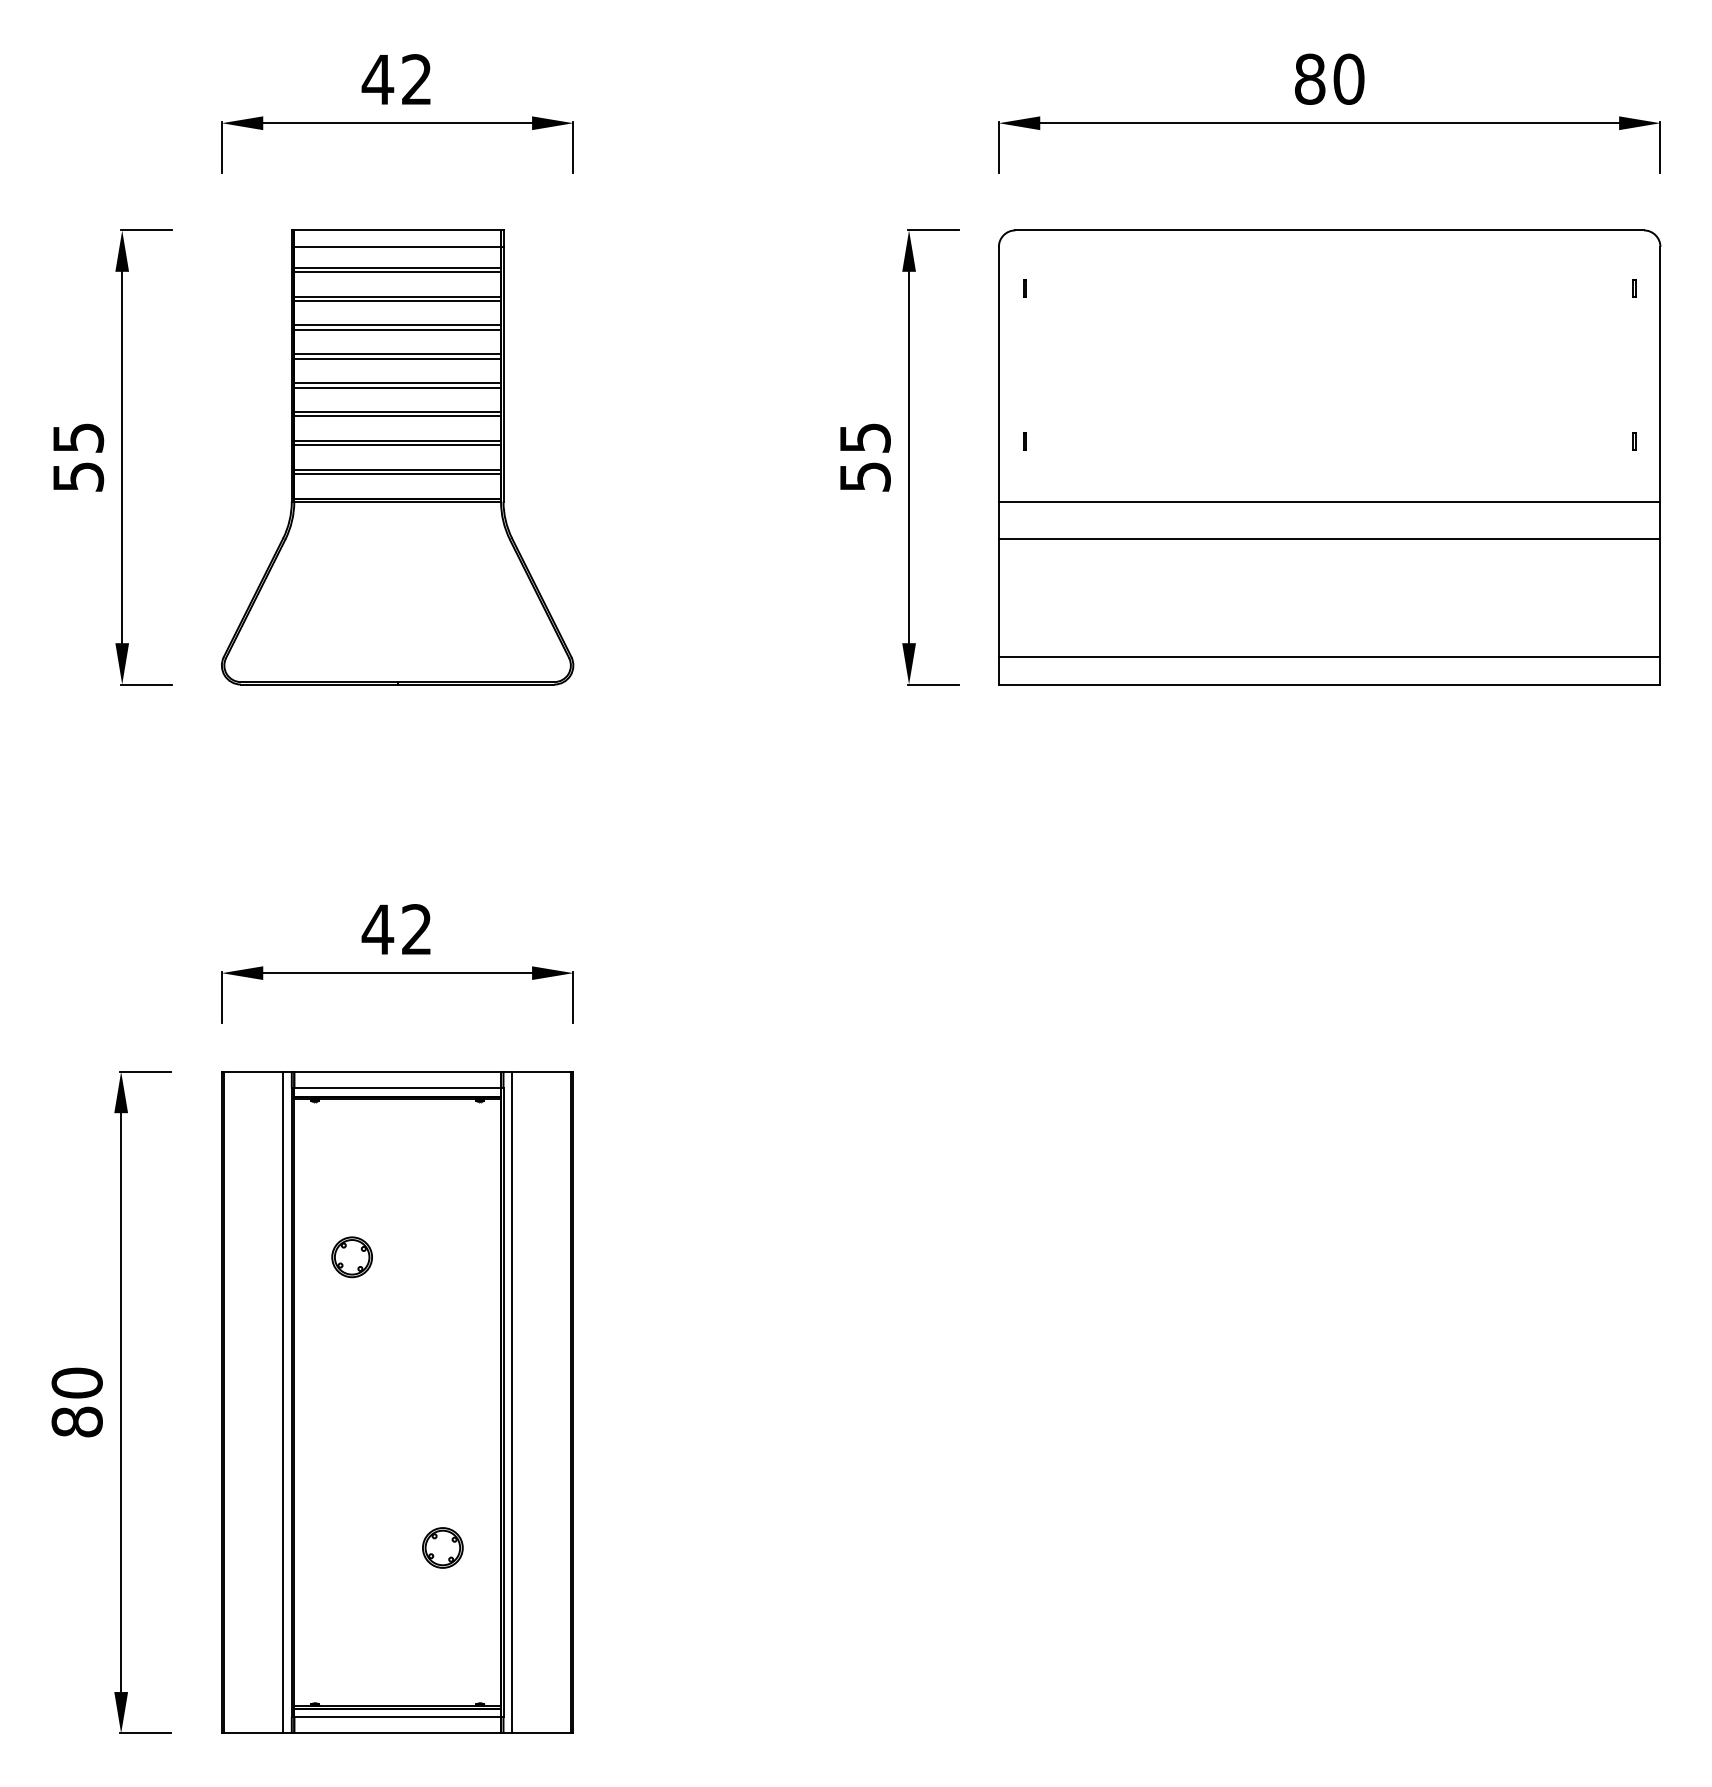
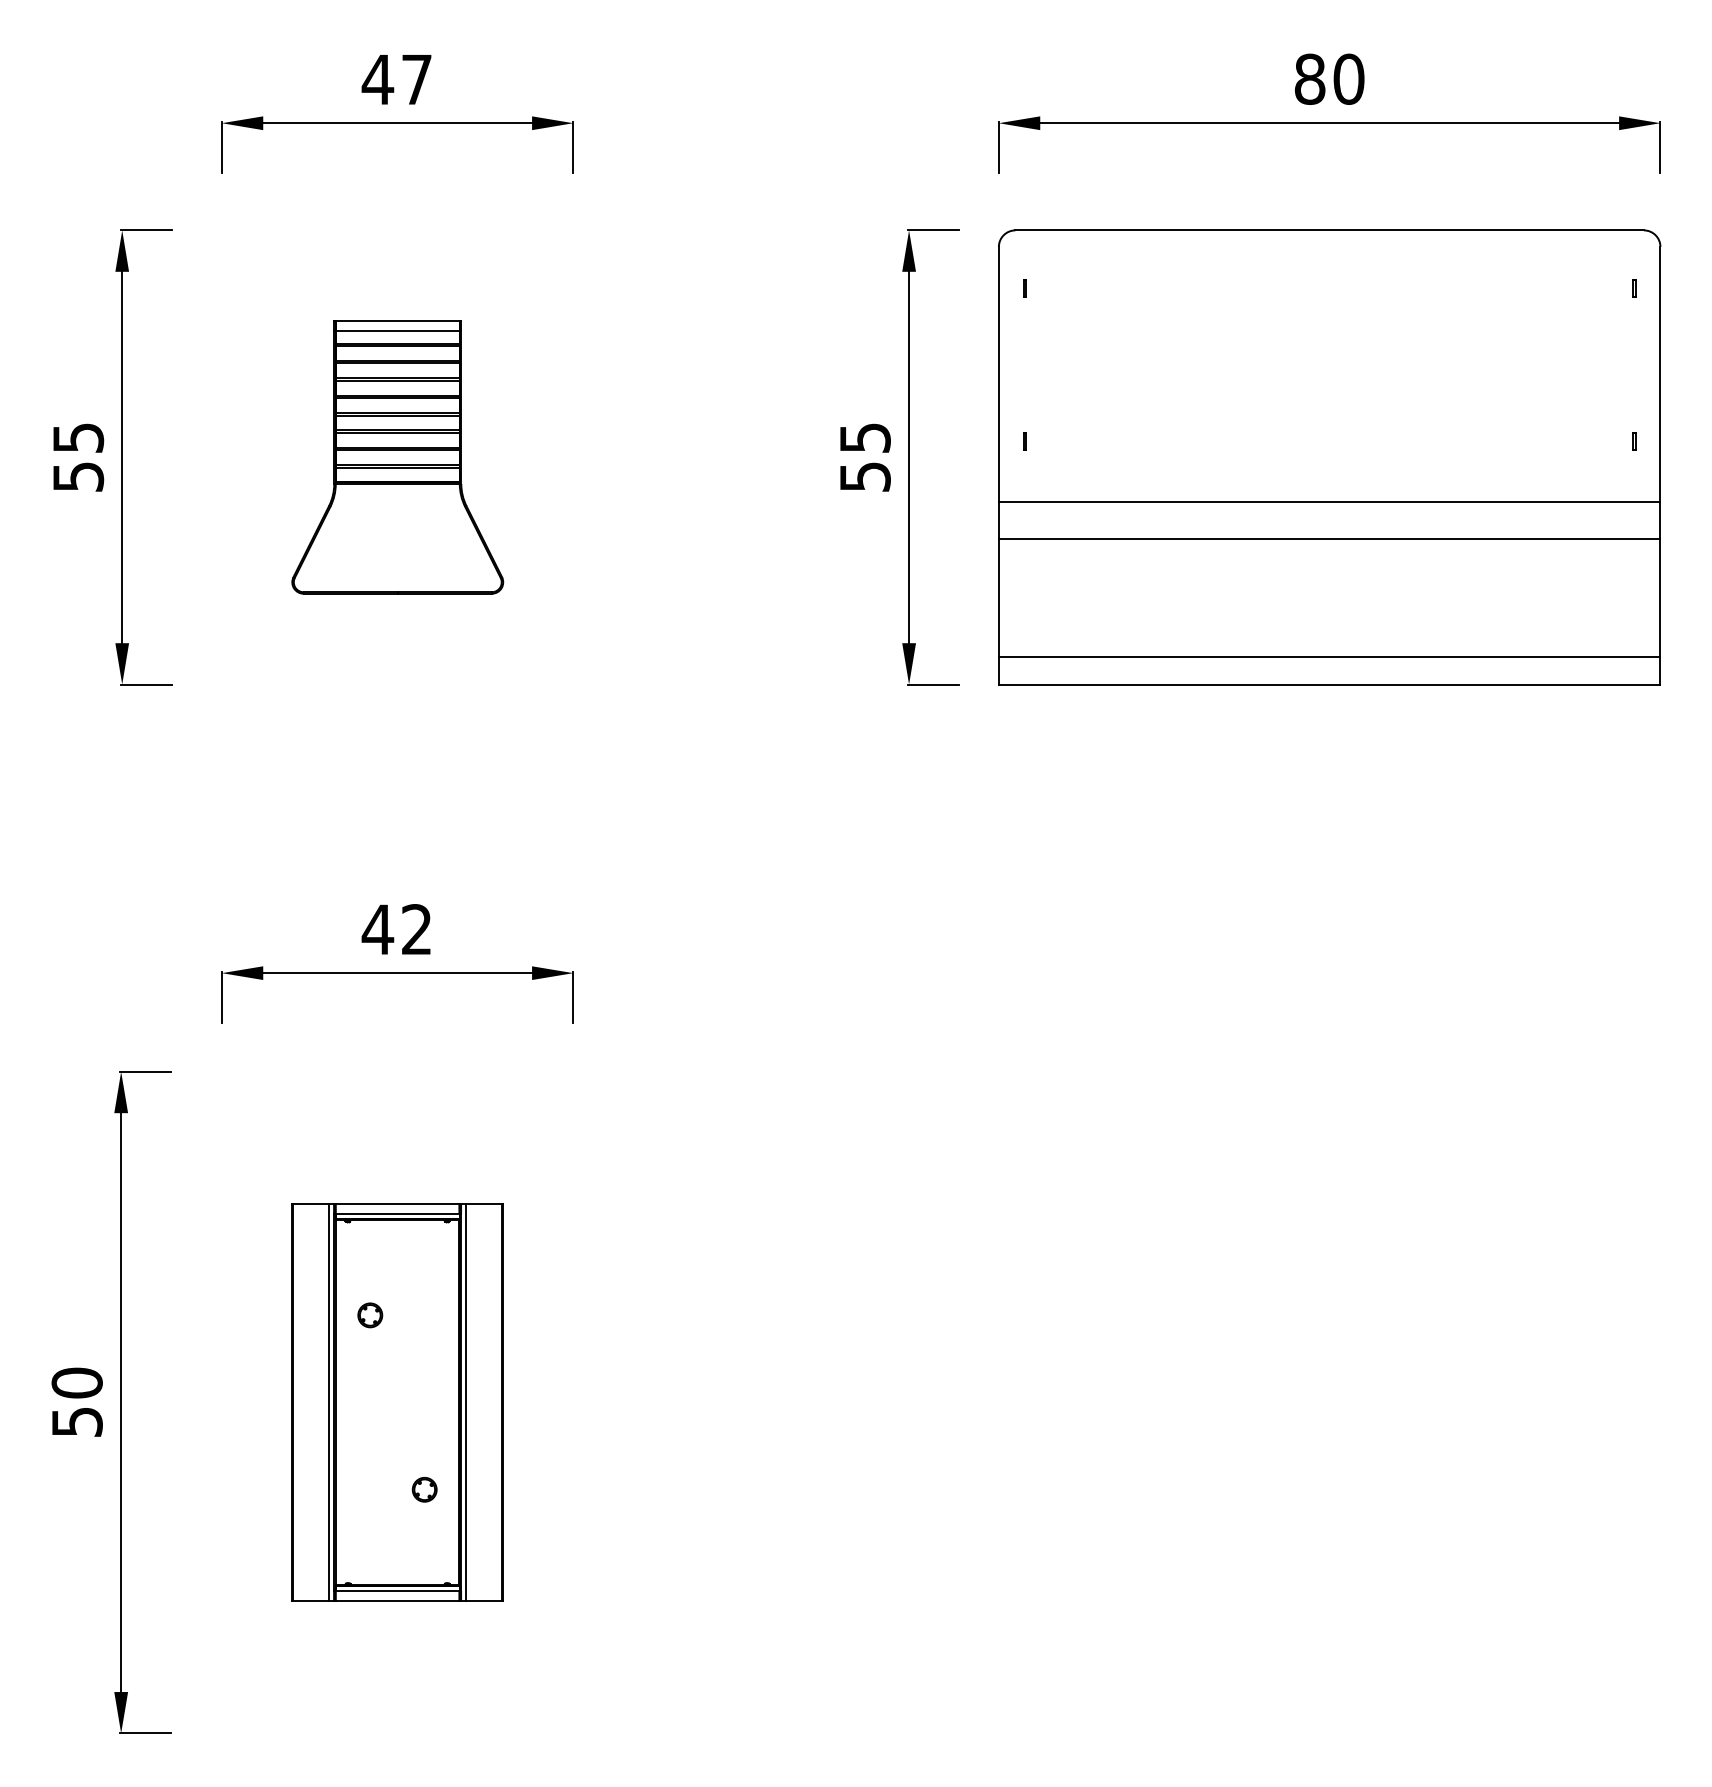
text at (416, 79): 42 -> 47
part at (397, 457) size: 354x457 px -> 214x275 px
part at (397, 1402) size: 353x663 px -> 213x399 px
text at (76, 1421): 80 -> 50
